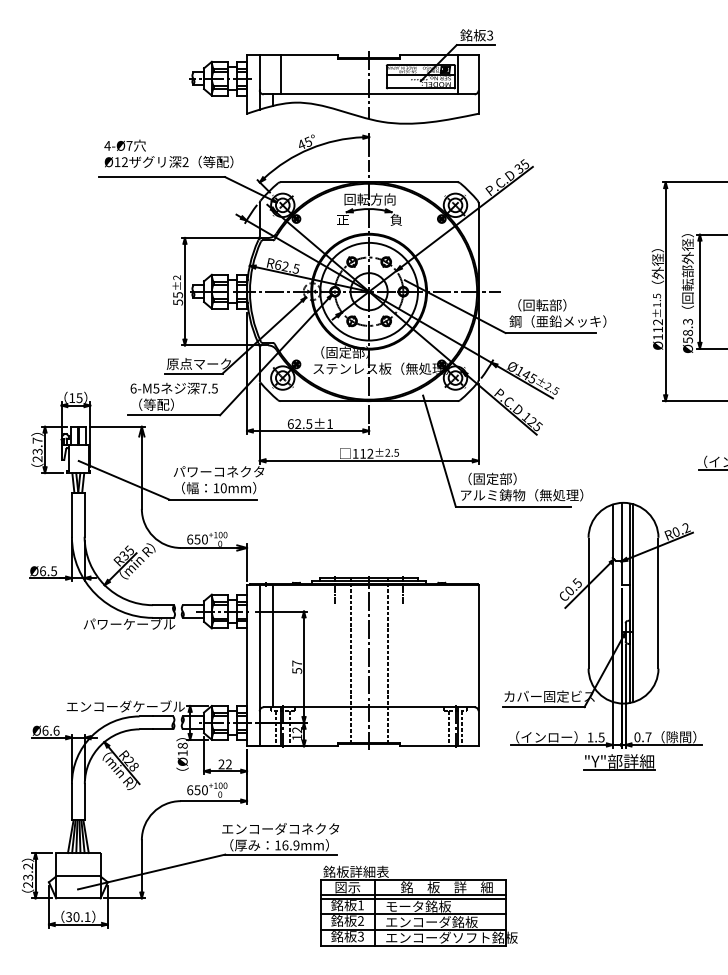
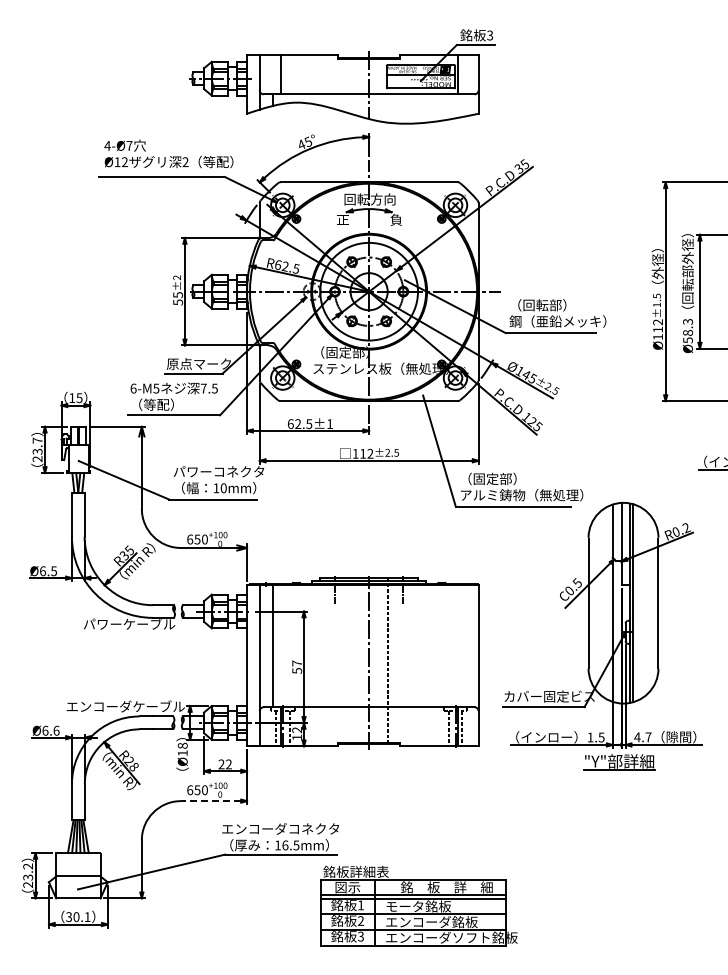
line at (350, 660): present -> none
text at (637, 737): 0.7 -> 4.7
line at (210, 801): solid -> dashed
text at (296, 845): 16.9mm -> 16.5mm
